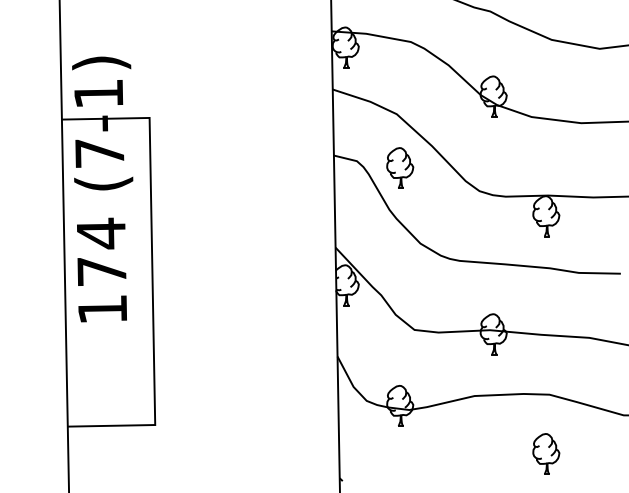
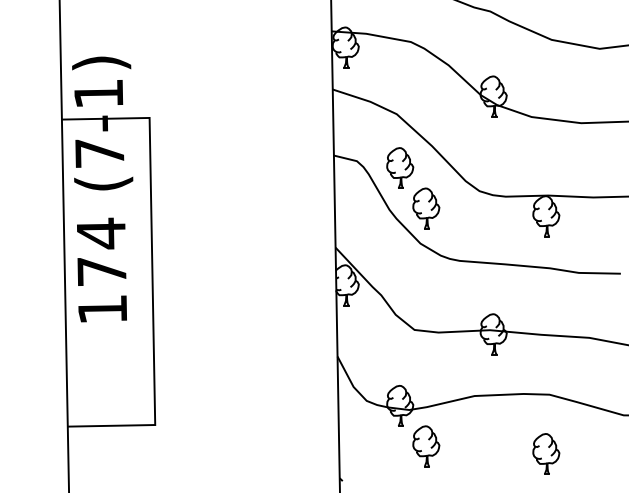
part at (426, 208): none -> present
part at (426, 446): none -> present
